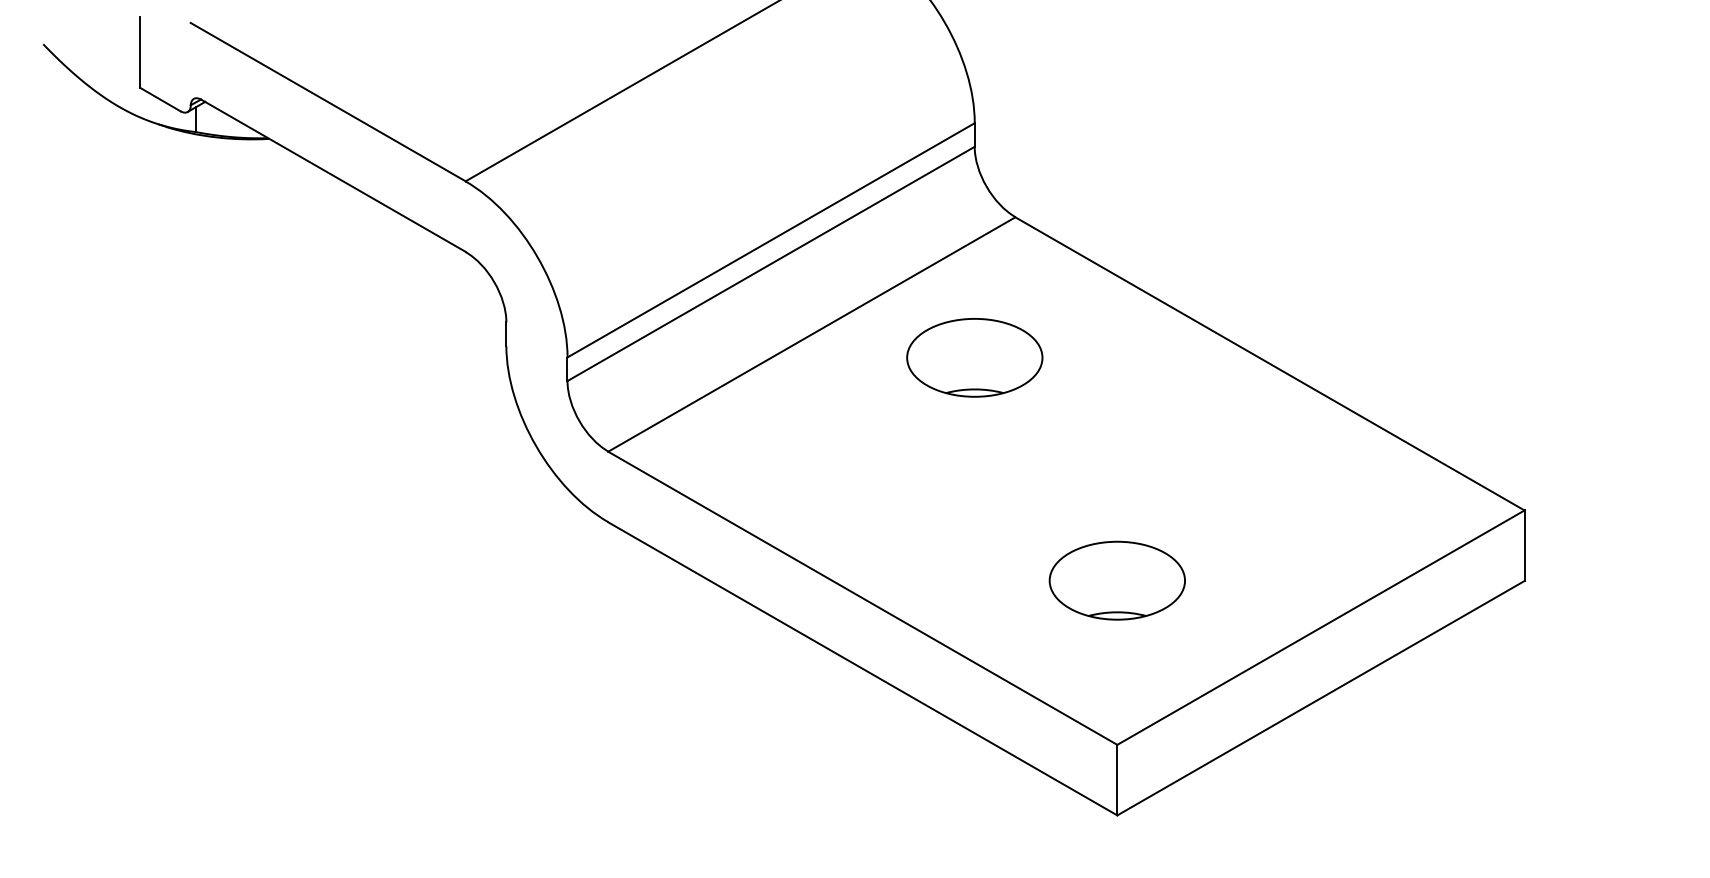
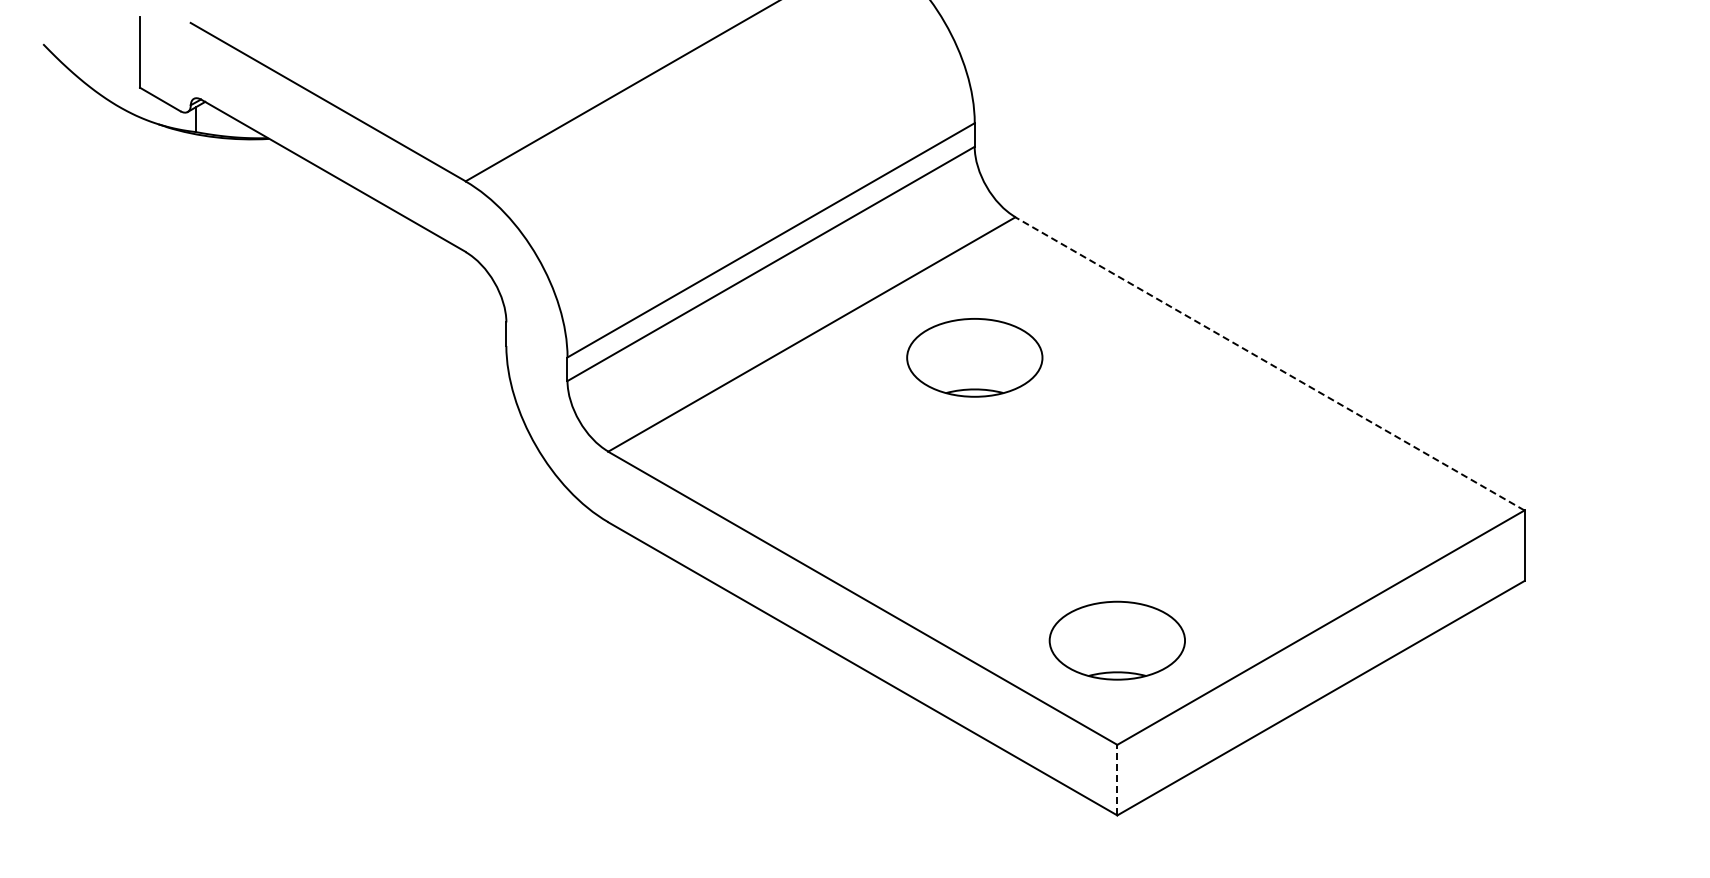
line at (1269, 363): solid -> dashed
part at (1116, 580) position: (1116, 580) -> (1116, 640)
line at (1117, 779): solid -> dashed
